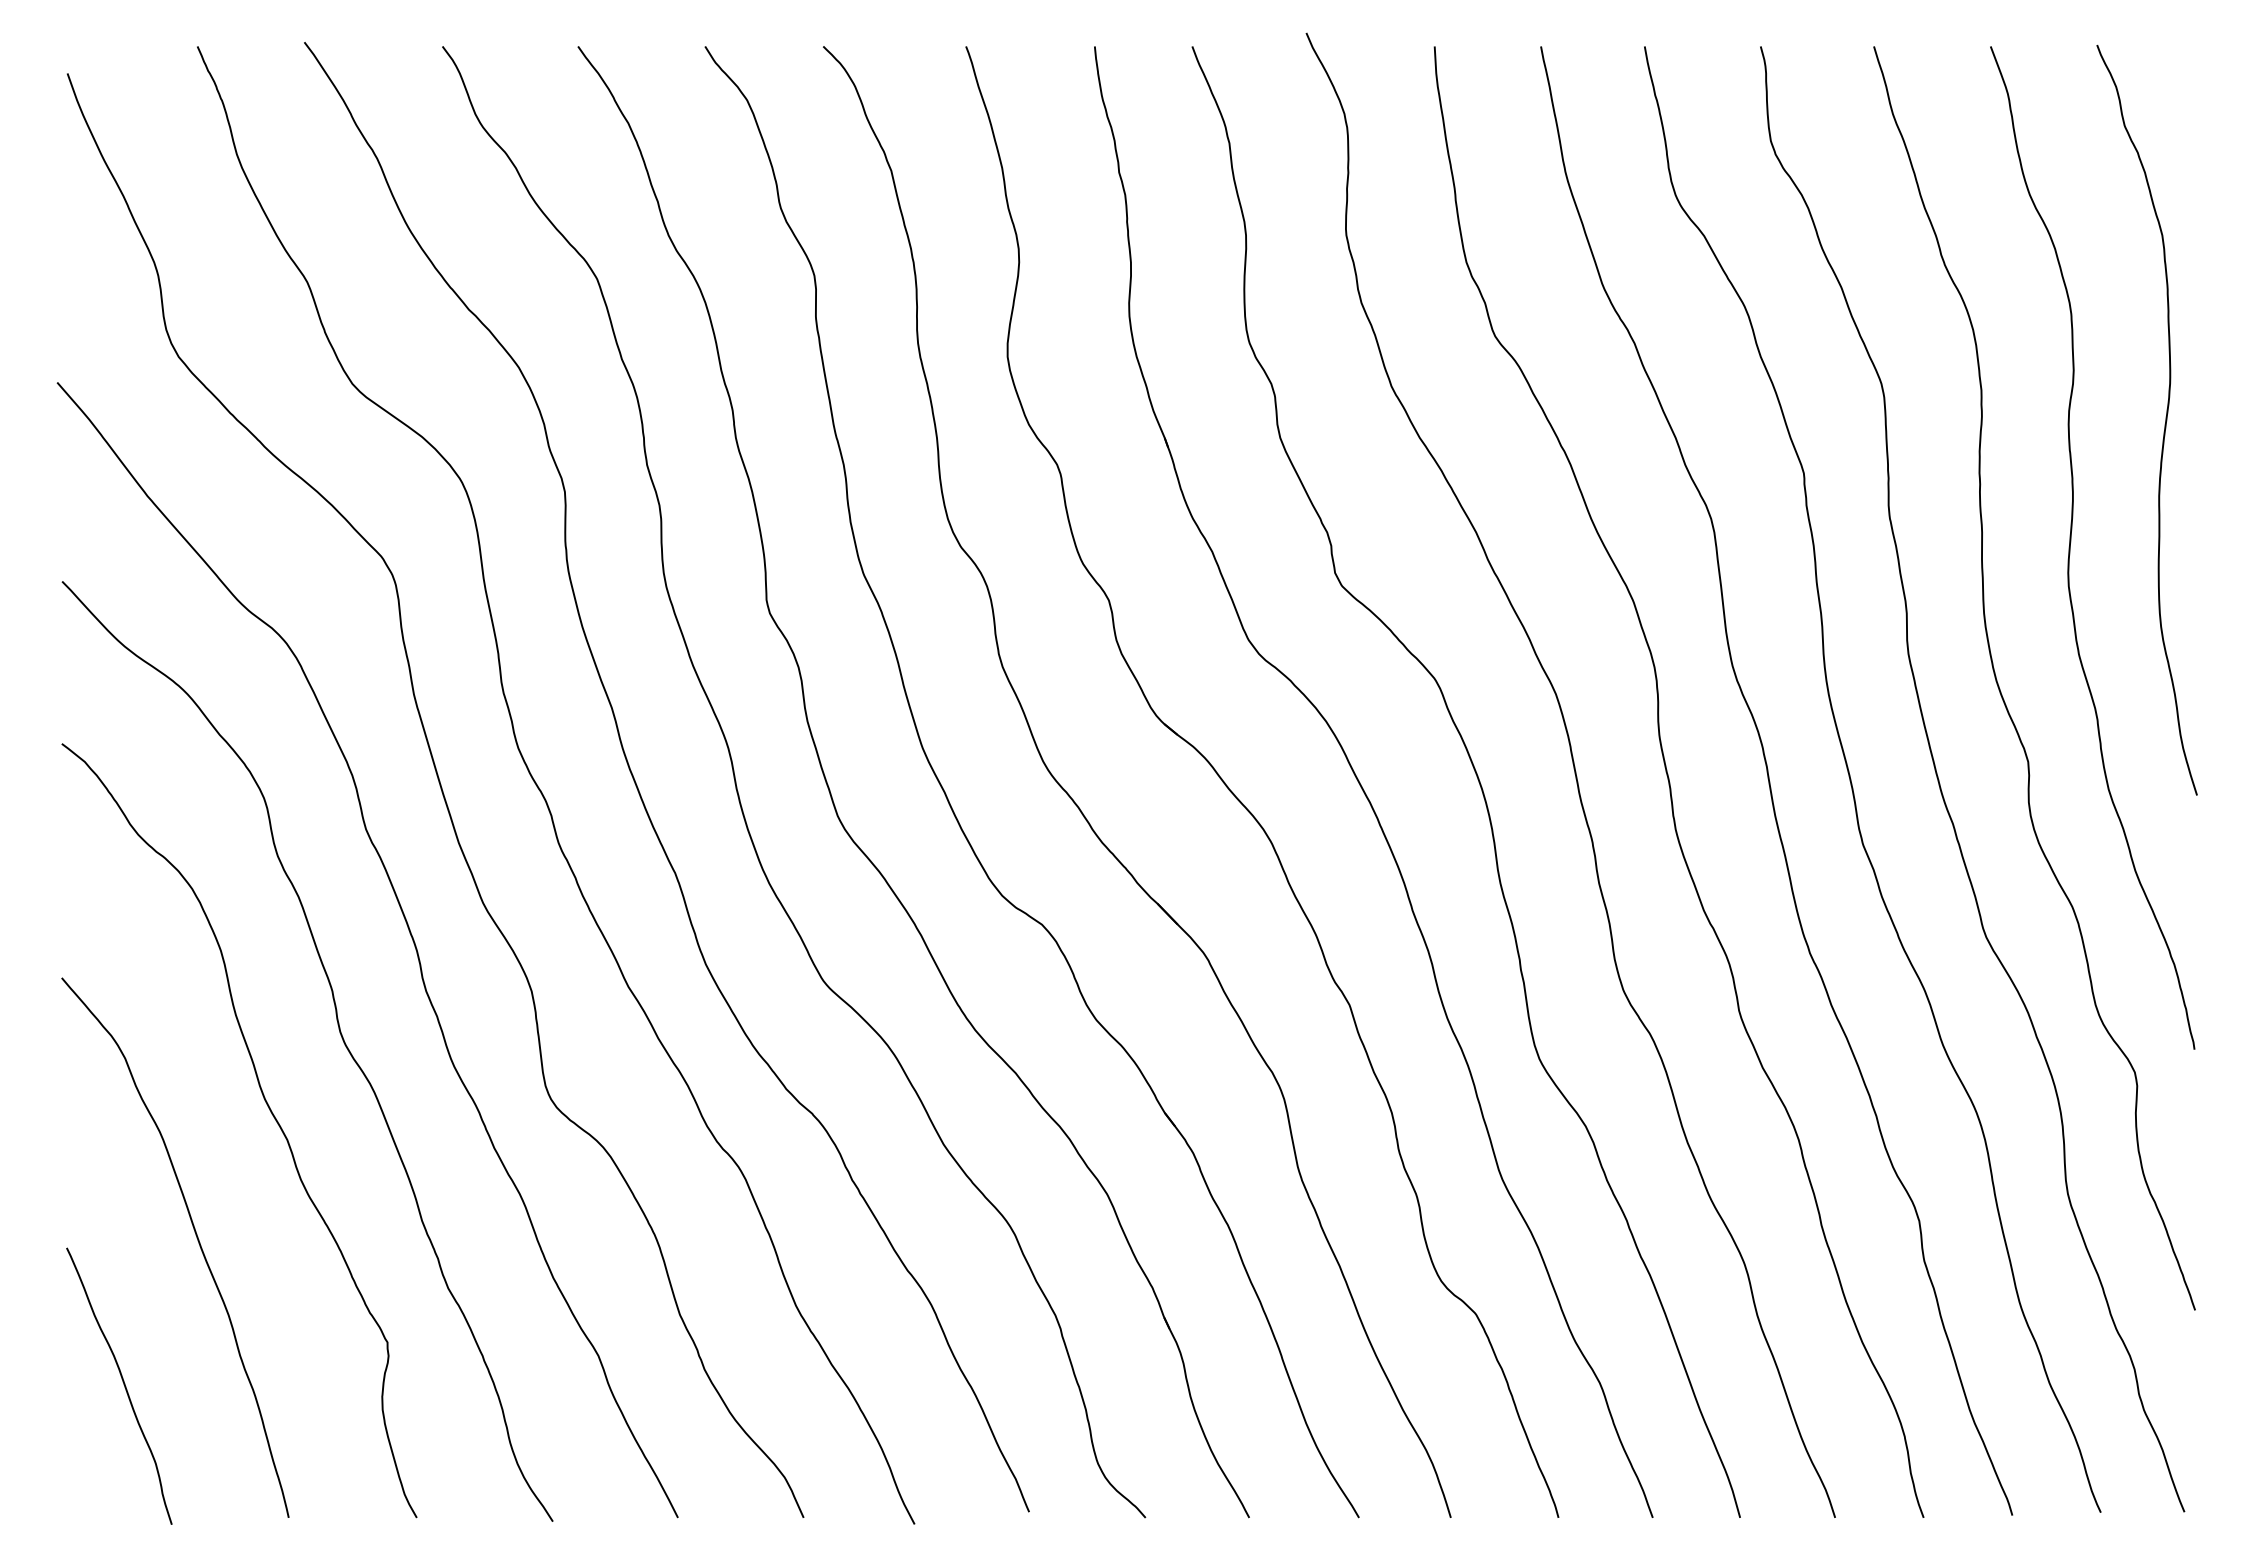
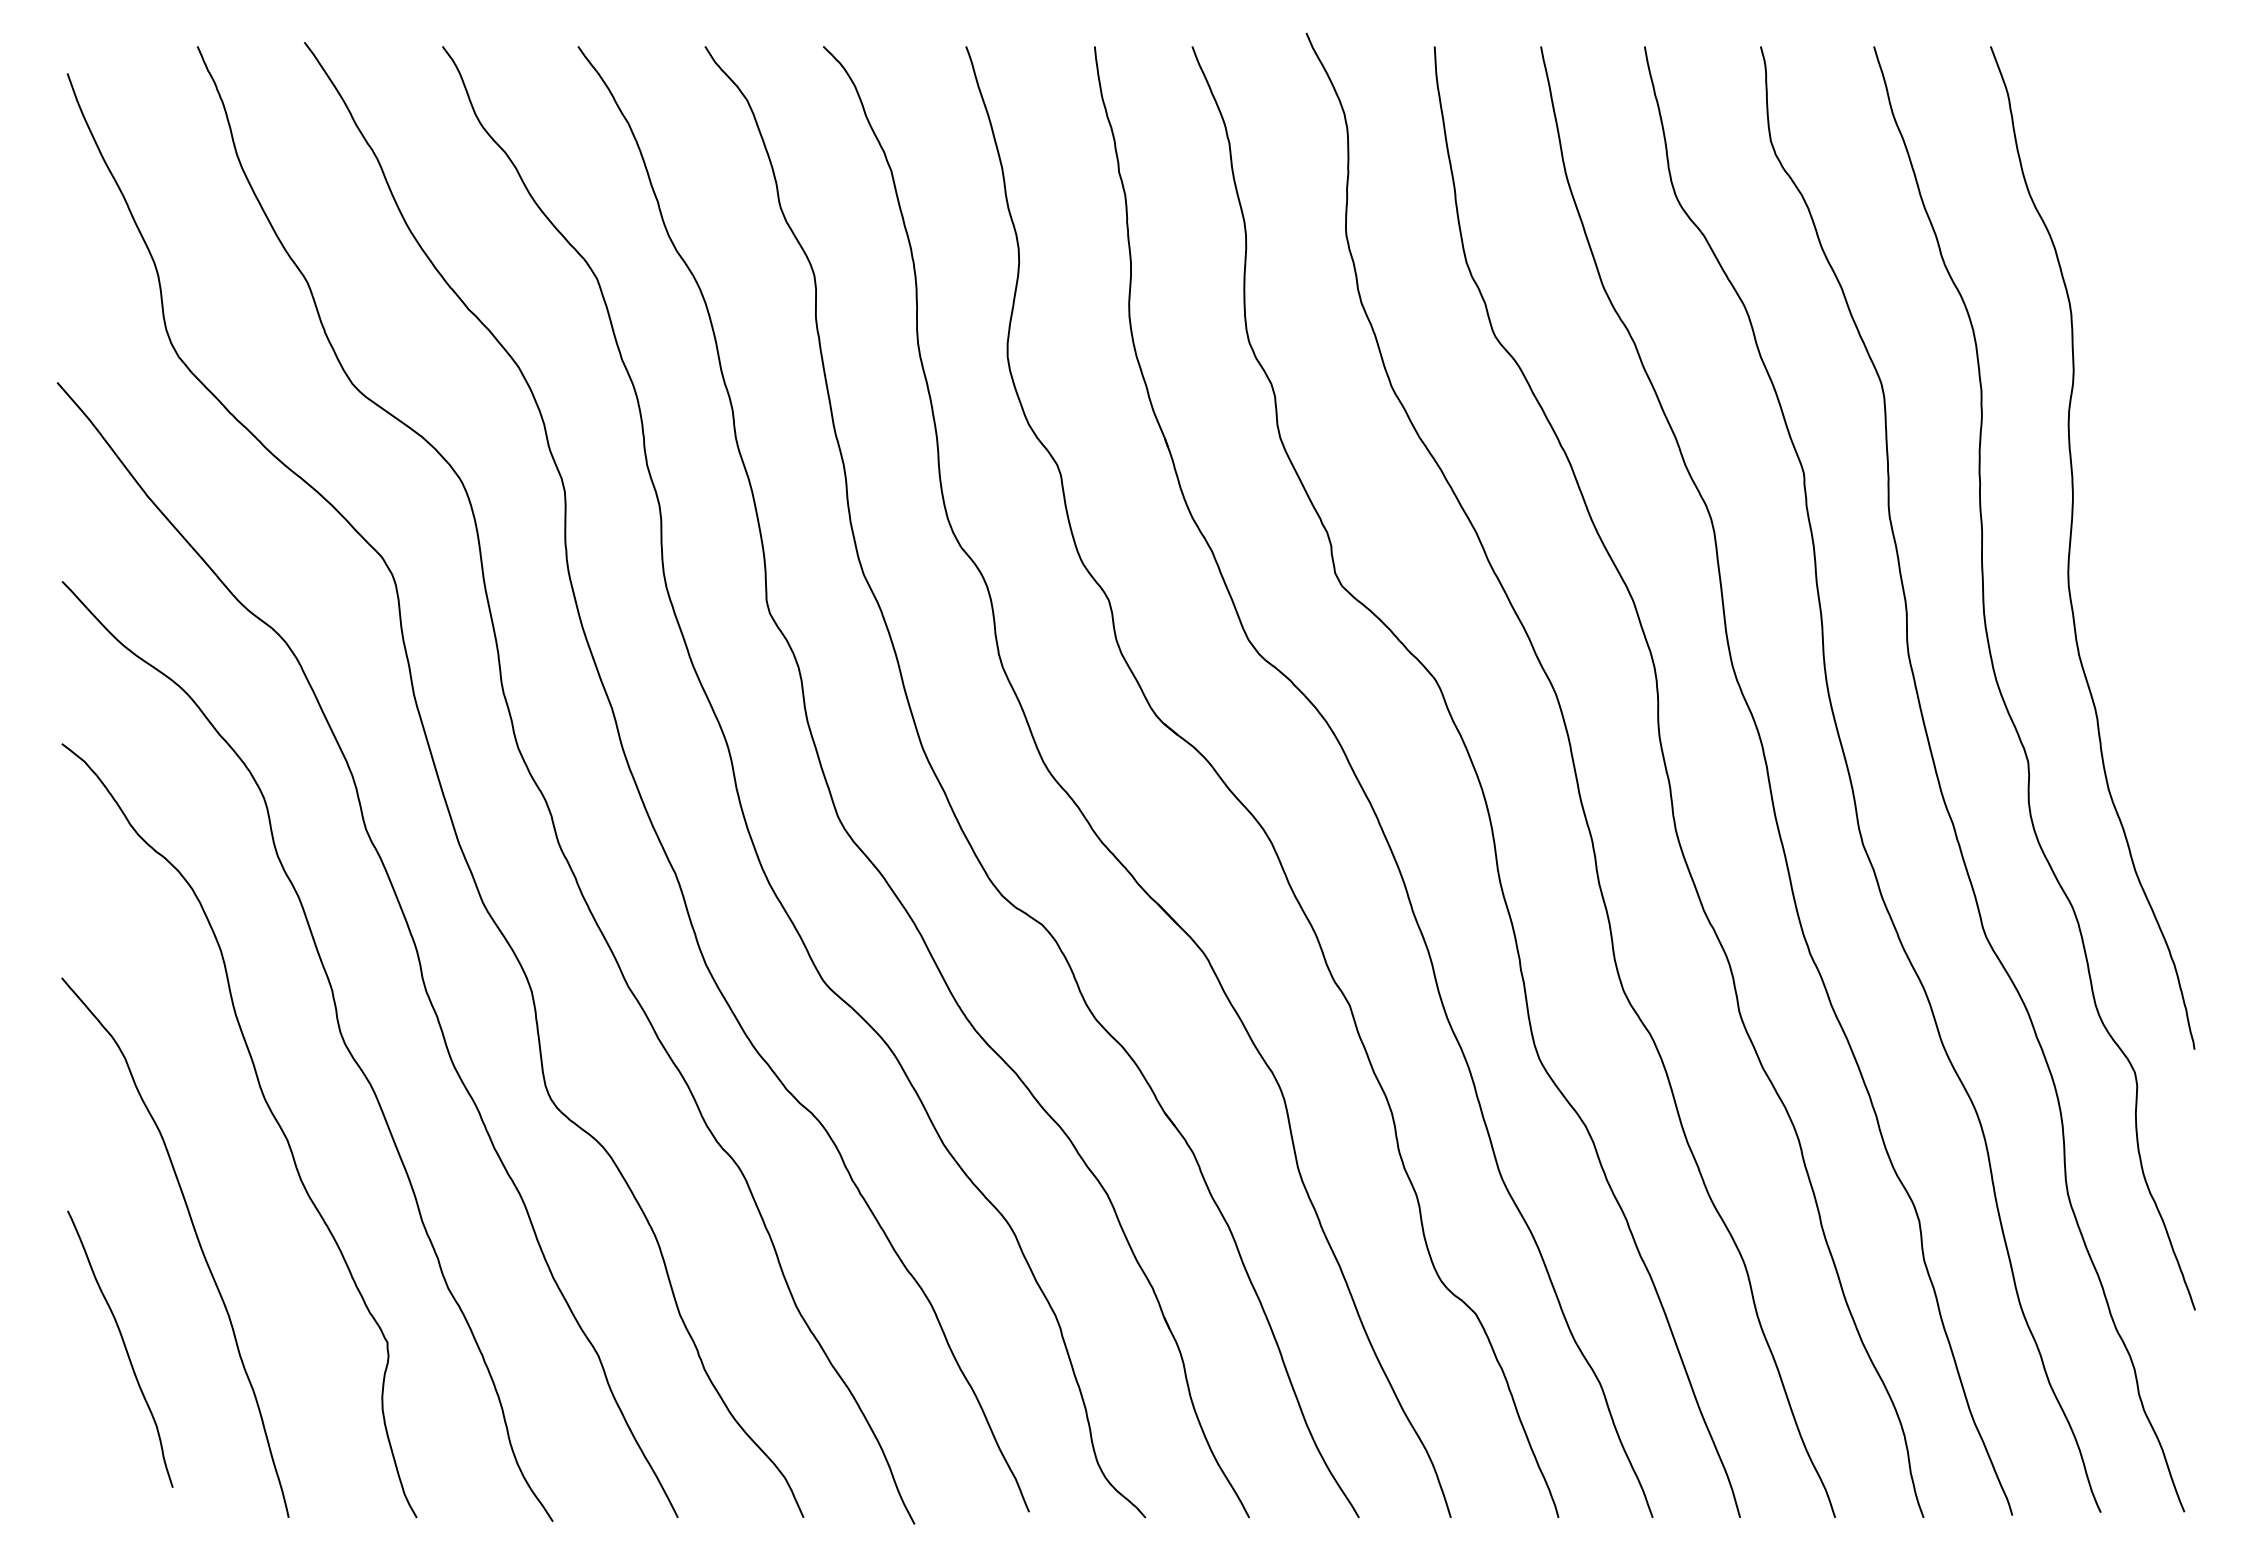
curve at (2164, 424): present -> none
curve at (123, 1384) position: (123, 1384) -> (124, 1347)
